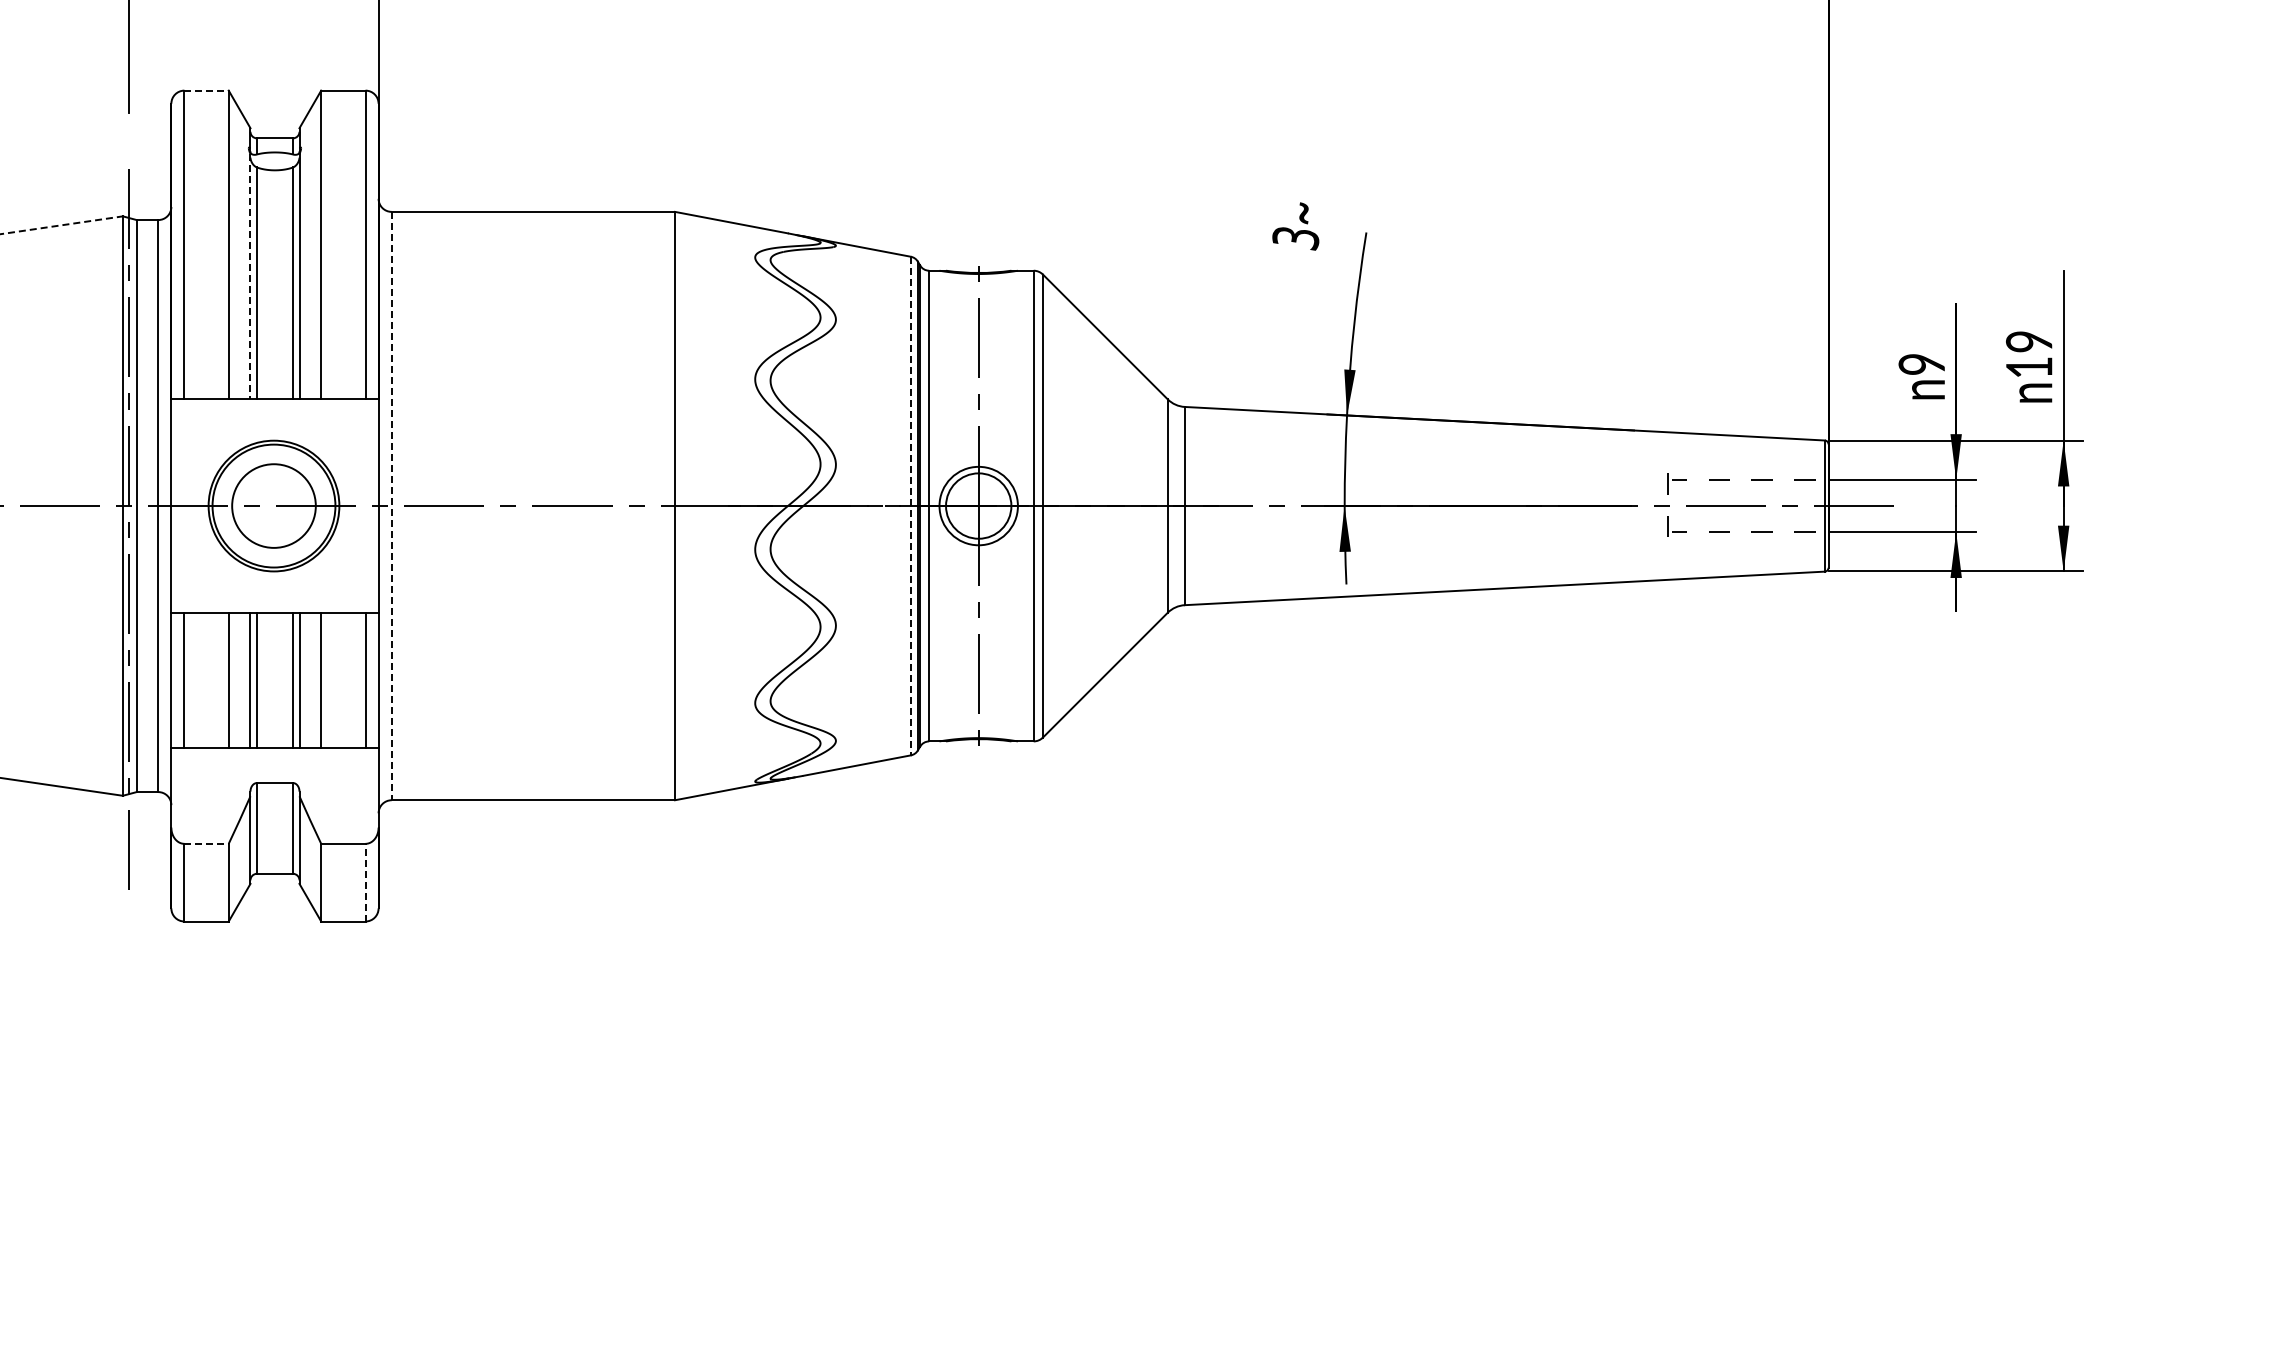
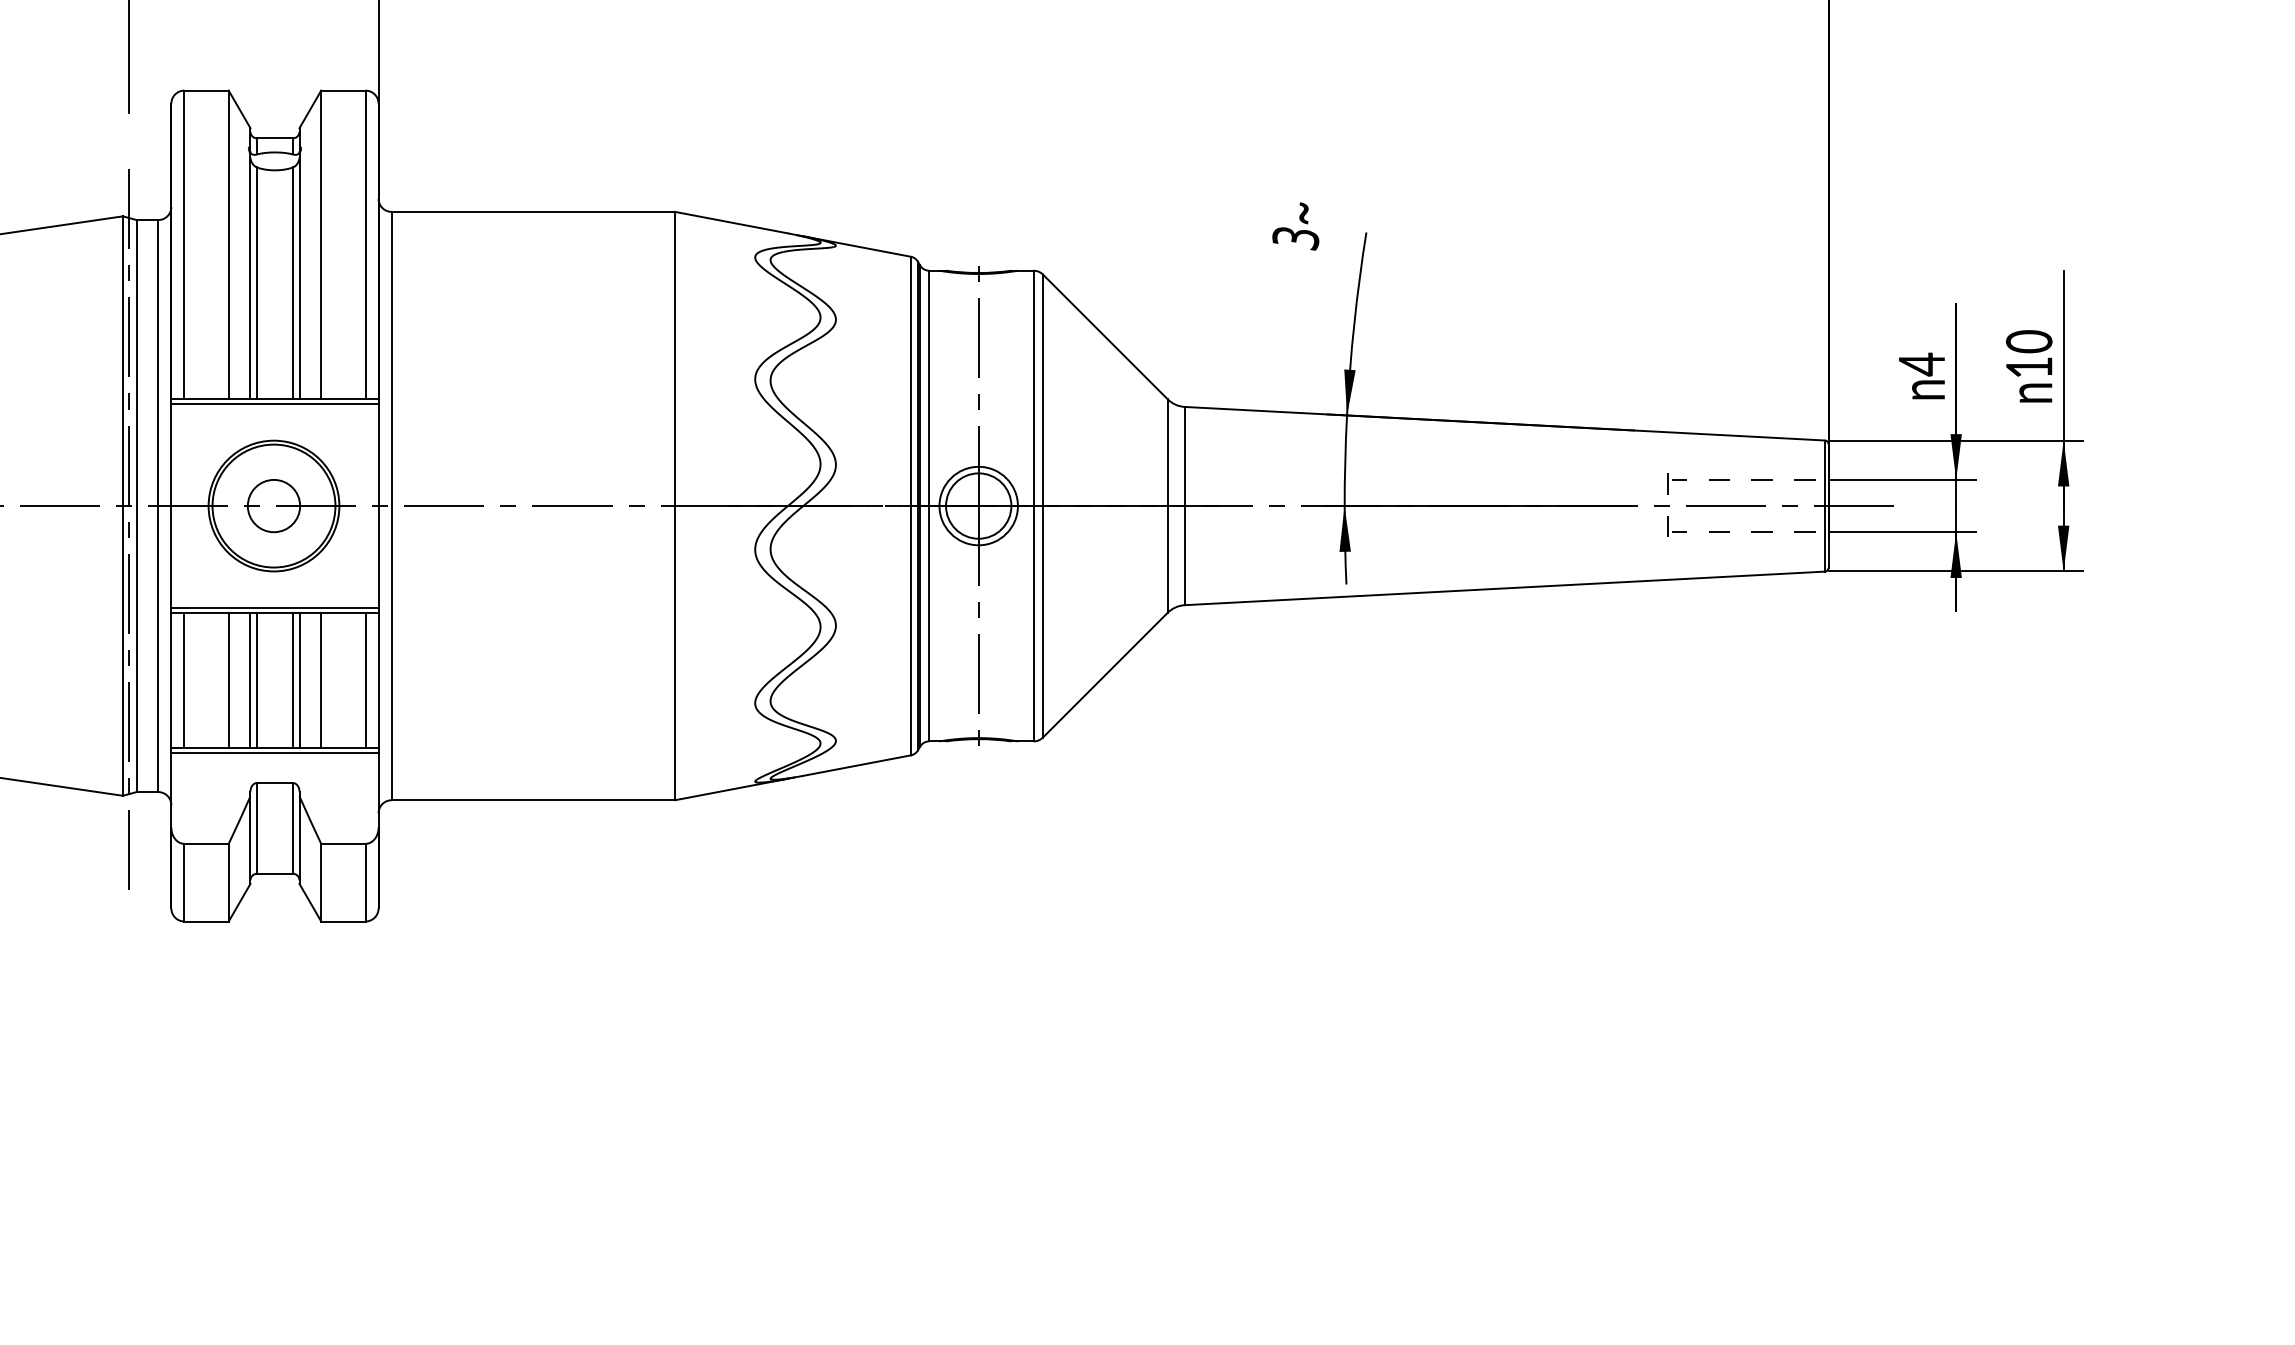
line at (207, 90): dashed -> solid
line at (61, 225): dashed -> solid
line at (250, 277): dashed -> solid
text at (2030, 341): 19 -> 10
text at (1921, 364): 9 -> 4
line at (274, 404): none -> present
circle at (273, 505) diameter: 84 px -> 52 px
line at (391, 506): dashed -> solid
line at (910, 506): dashed -> solid
line at (274, 608): none -> present
line at (274, 753): none -> present
line at (207, 843): dashed -> solid
line at (365, 882): dashed -> solid
